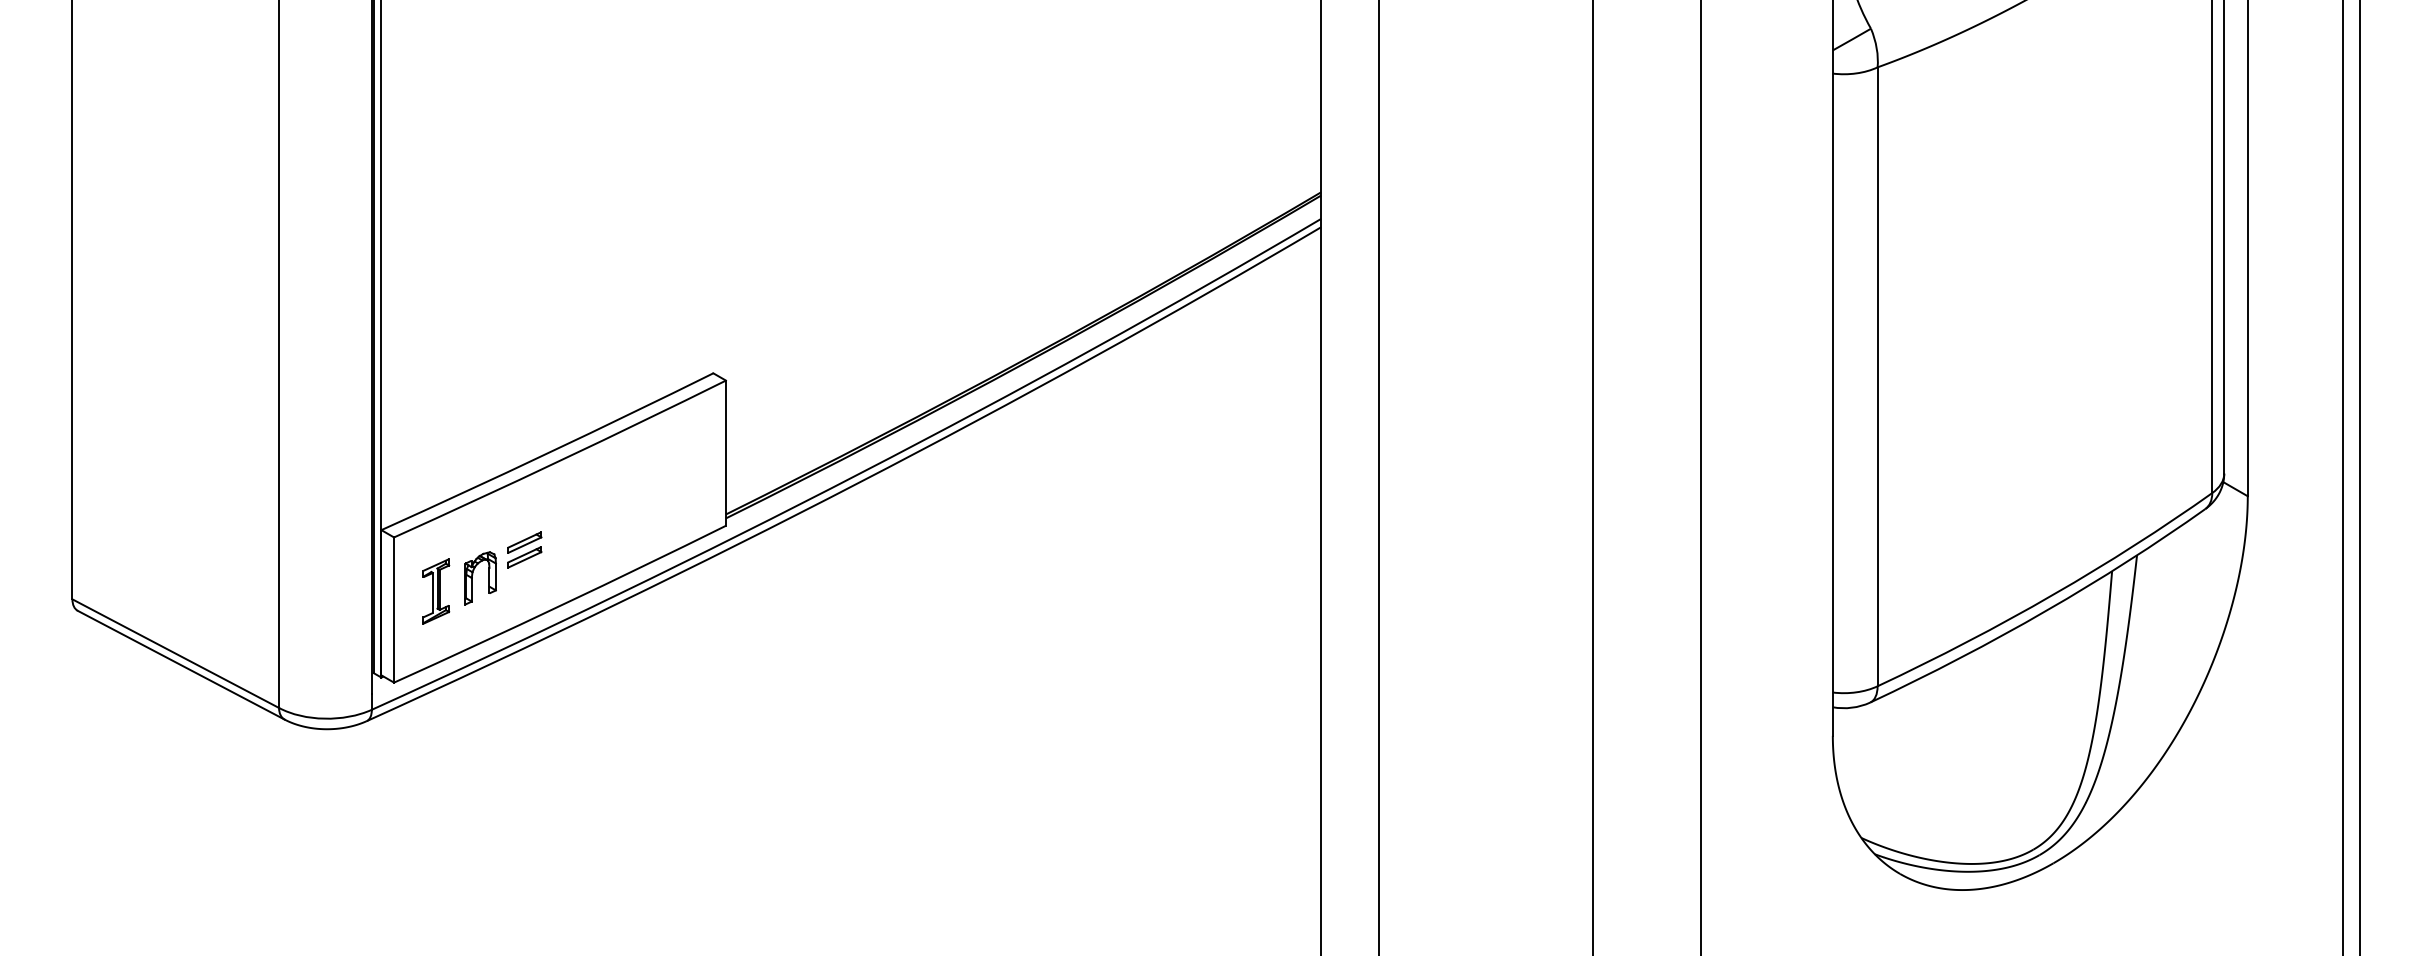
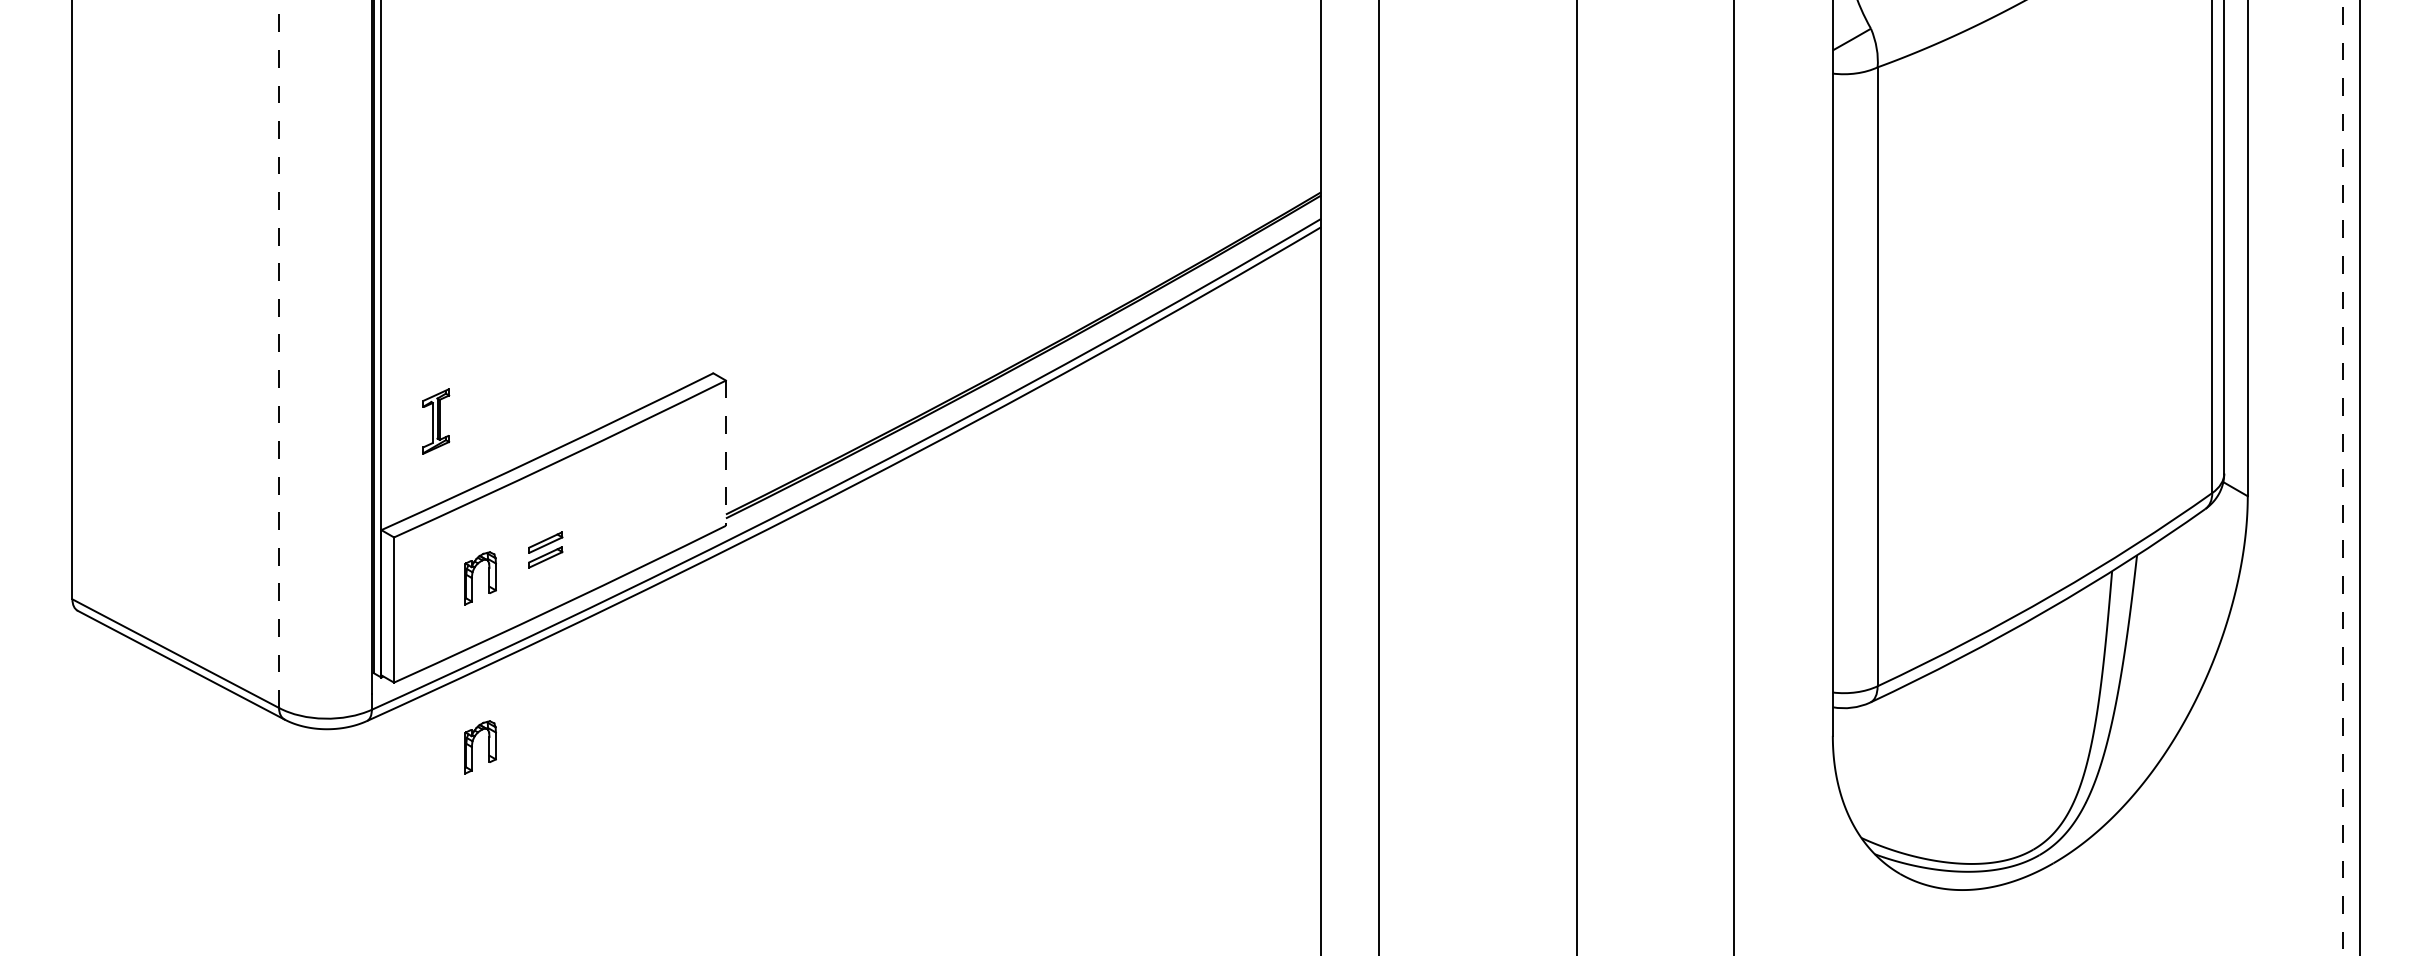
line at (278, 353): solid -> dashed
line at (725, 453): solid -> dashed
line at (1592, 477) position: (1592, 477) -> (1576, 477)
line at (1700, 477) position: (1700, 477) -> (1733, 477)
line at (2342, 477): solid -> dashed
part at (524, 549) position: (524, 549) -> (545, 549)
part at (436, 591) position: (436, 591) -> (436, 421)
part at (472, 747): none -> present
